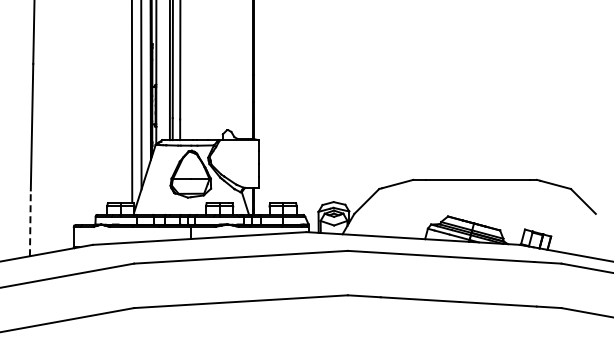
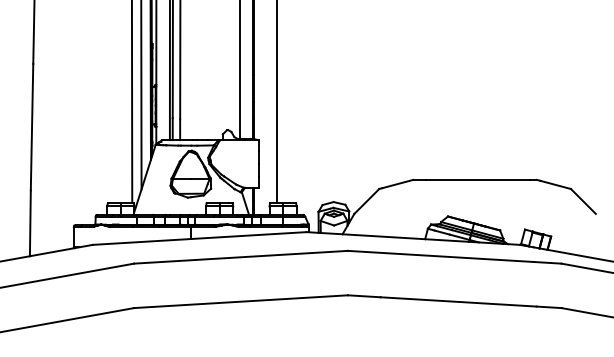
line at (239, 70): none -> present
line at (276, 102): none -> present
line at (30, 223): dashed -> solid
